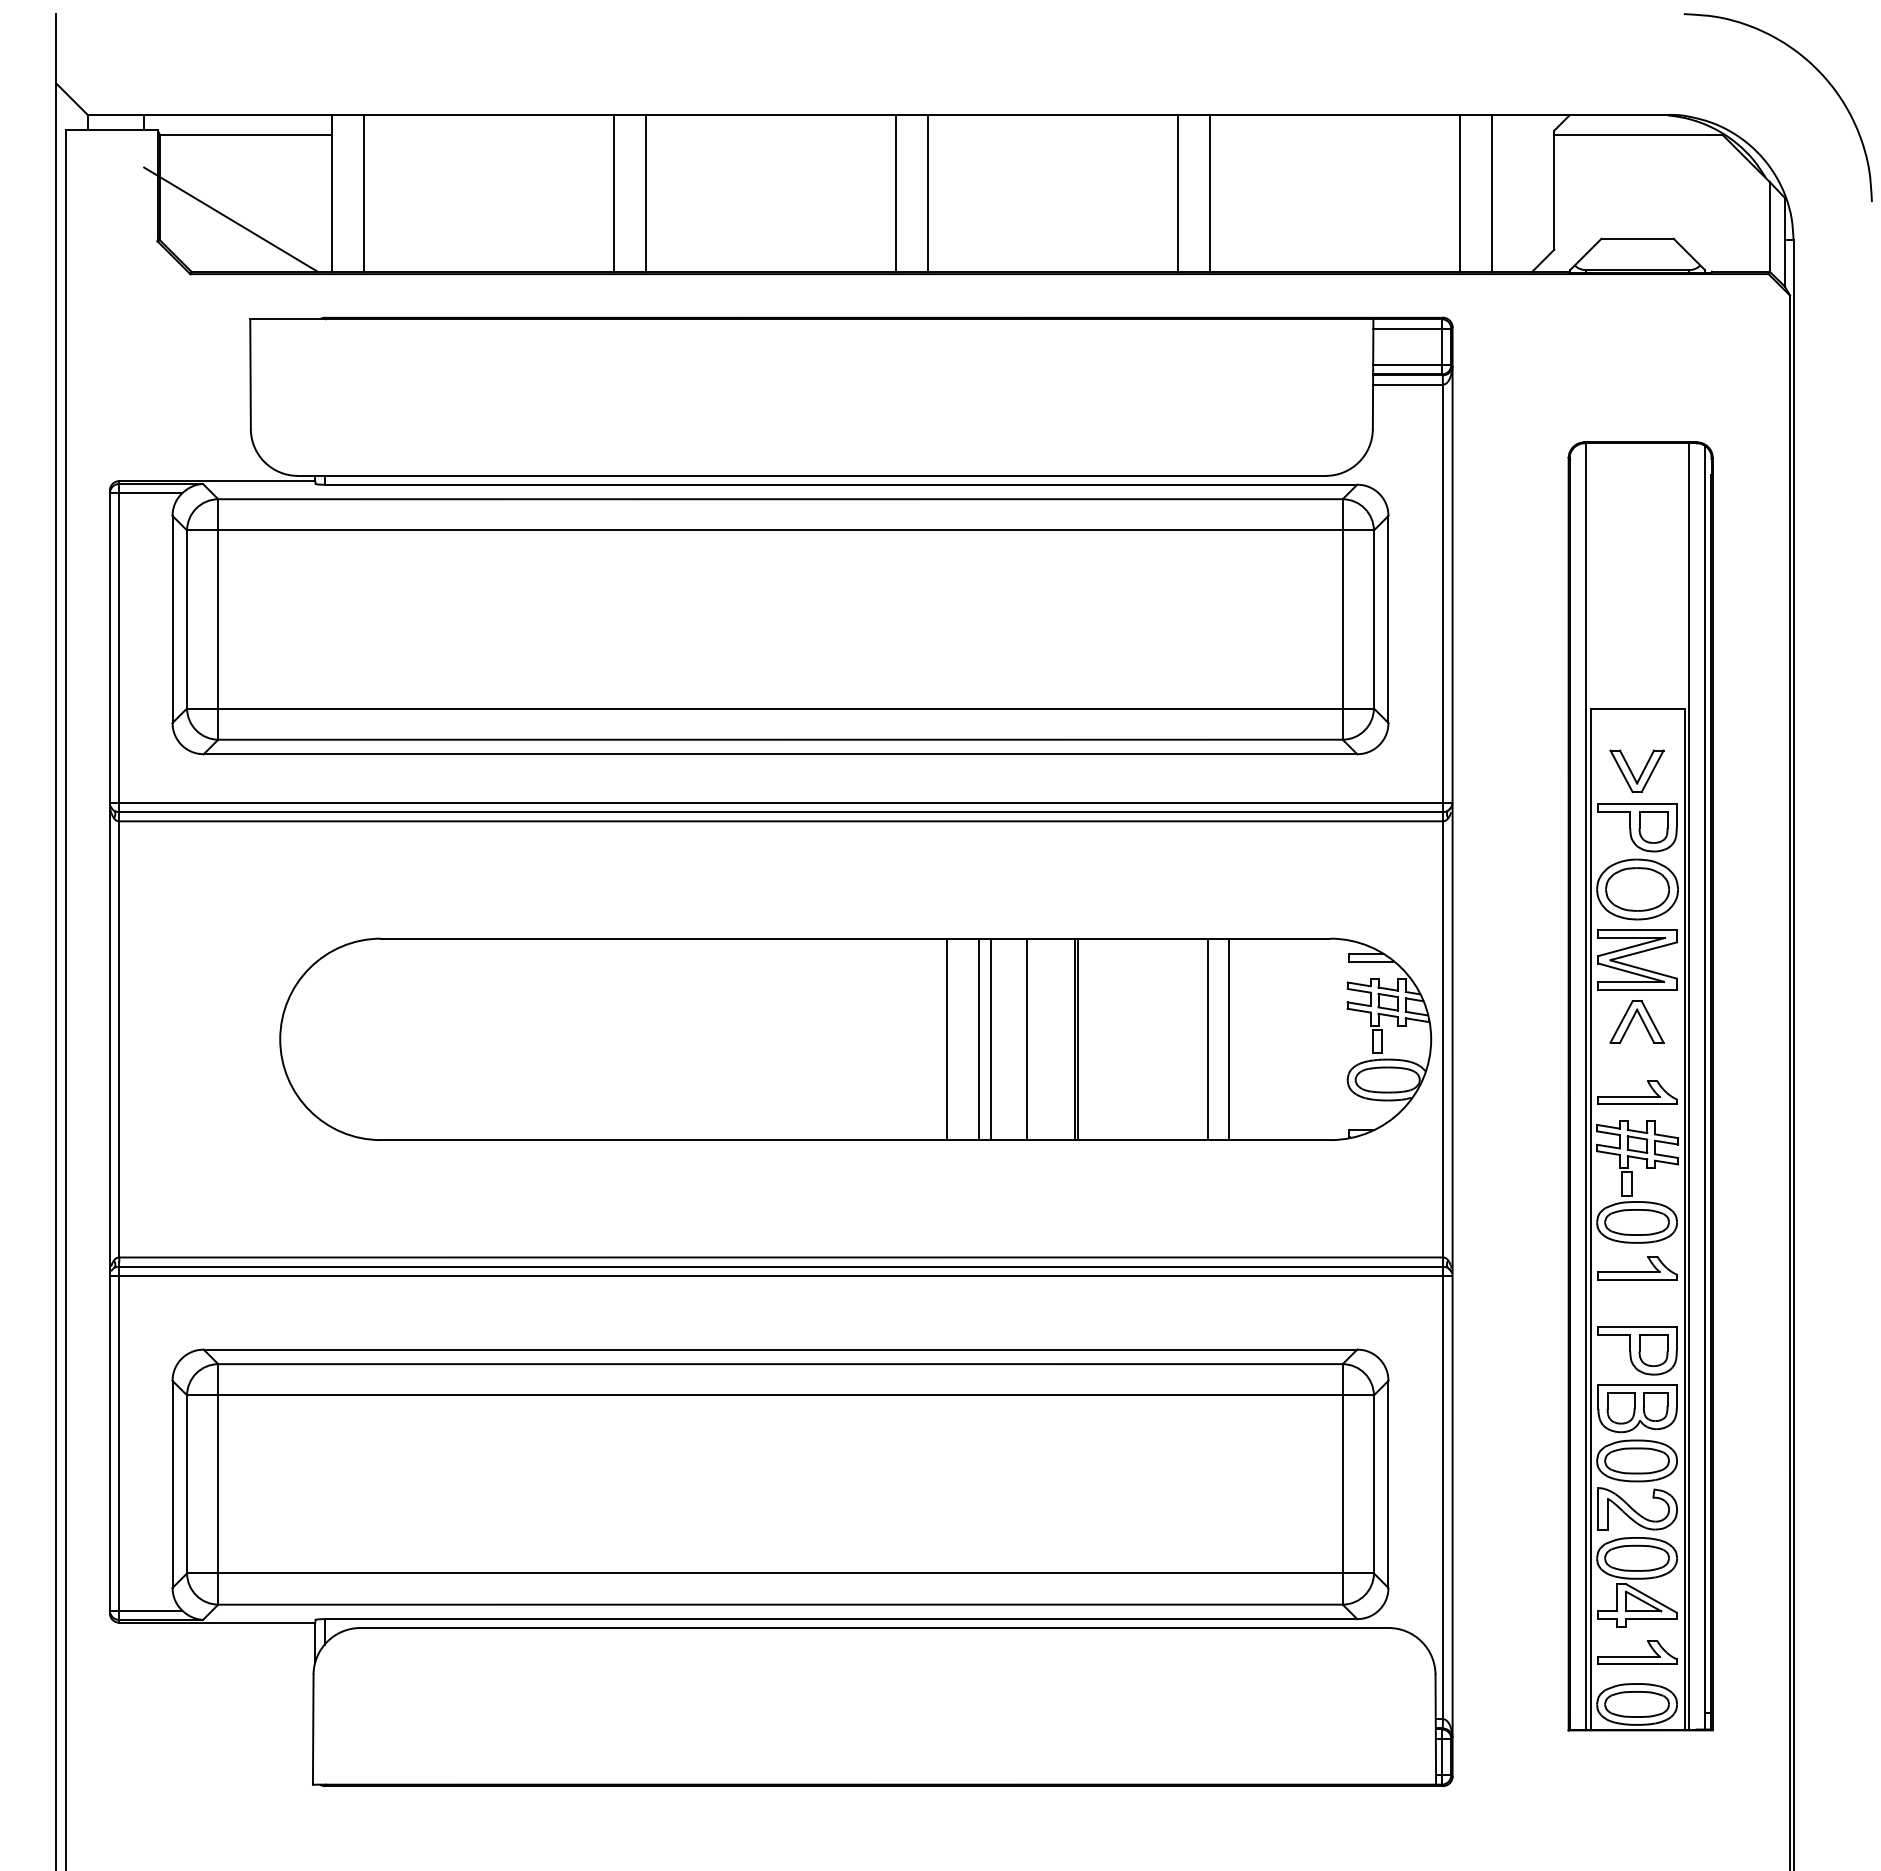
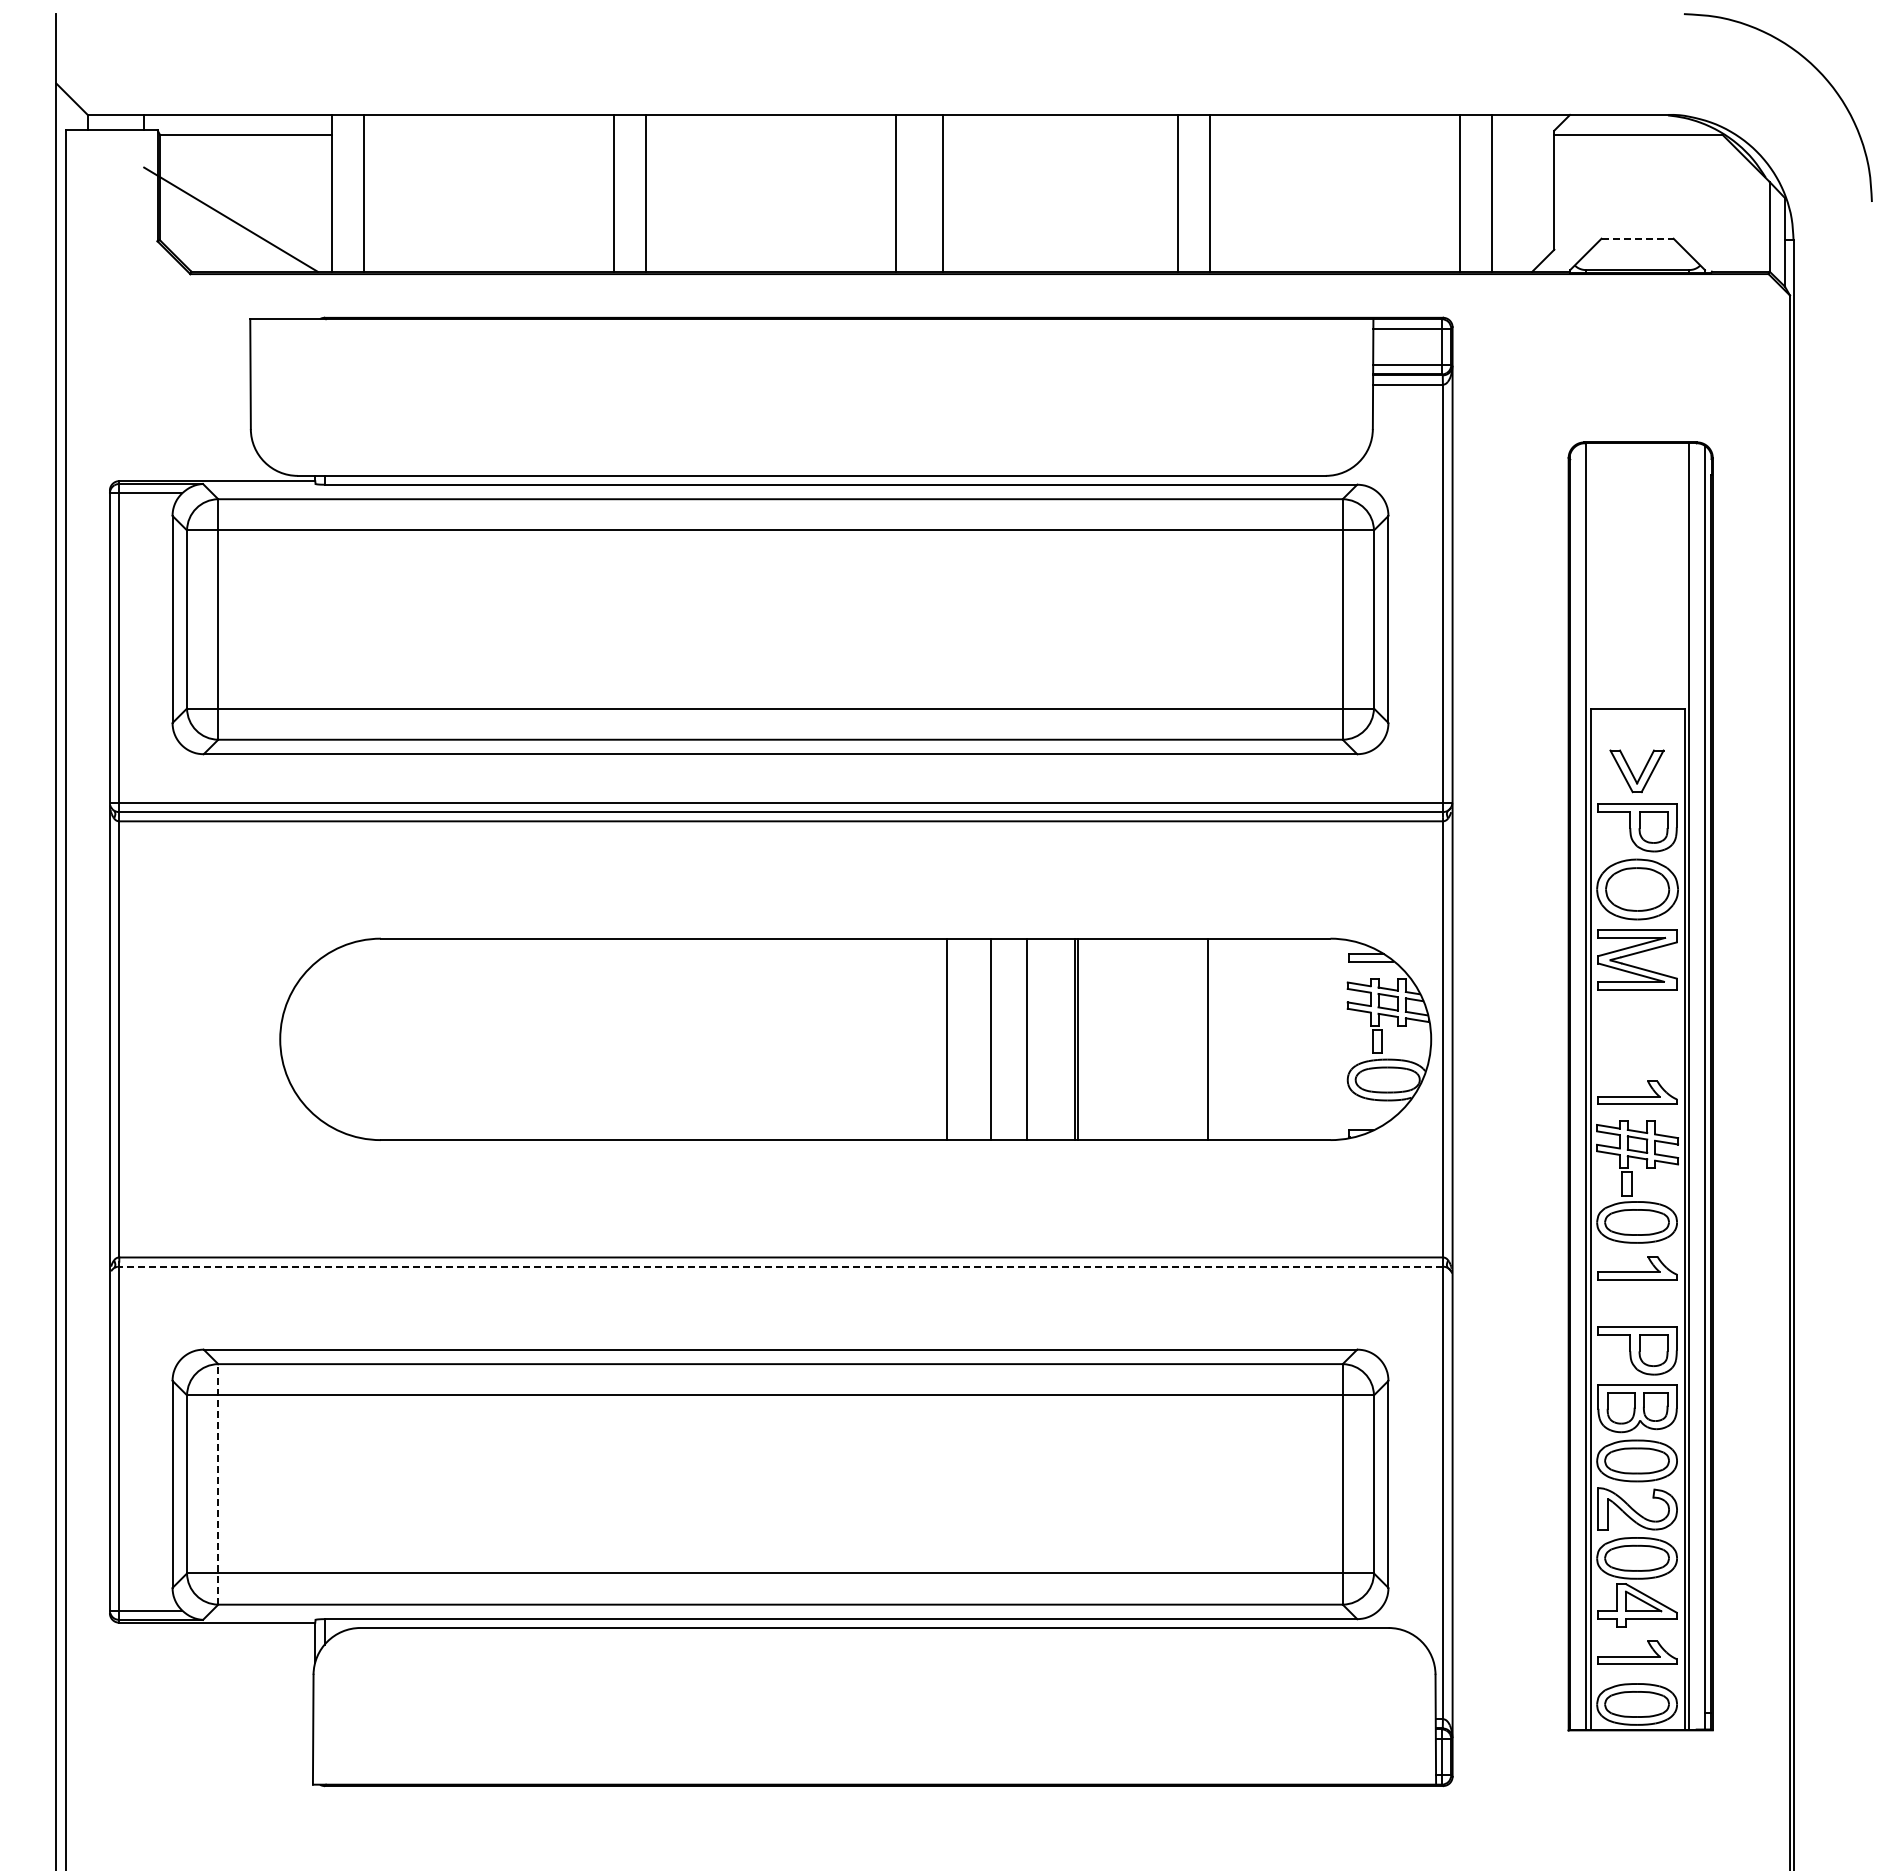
line at (927, 192) position: (927, 192) -> (942, 192)
line at (1638, 238): solid -> dashed
part at (1636, 1021): present -> none
line at (979, 1039): present -> none
line at (1228, 1039): present -> none
line at (781, 1266): solid -> dashed
line at (781, 1276): present -> none
line at (218, 1483): solid -> dashed
